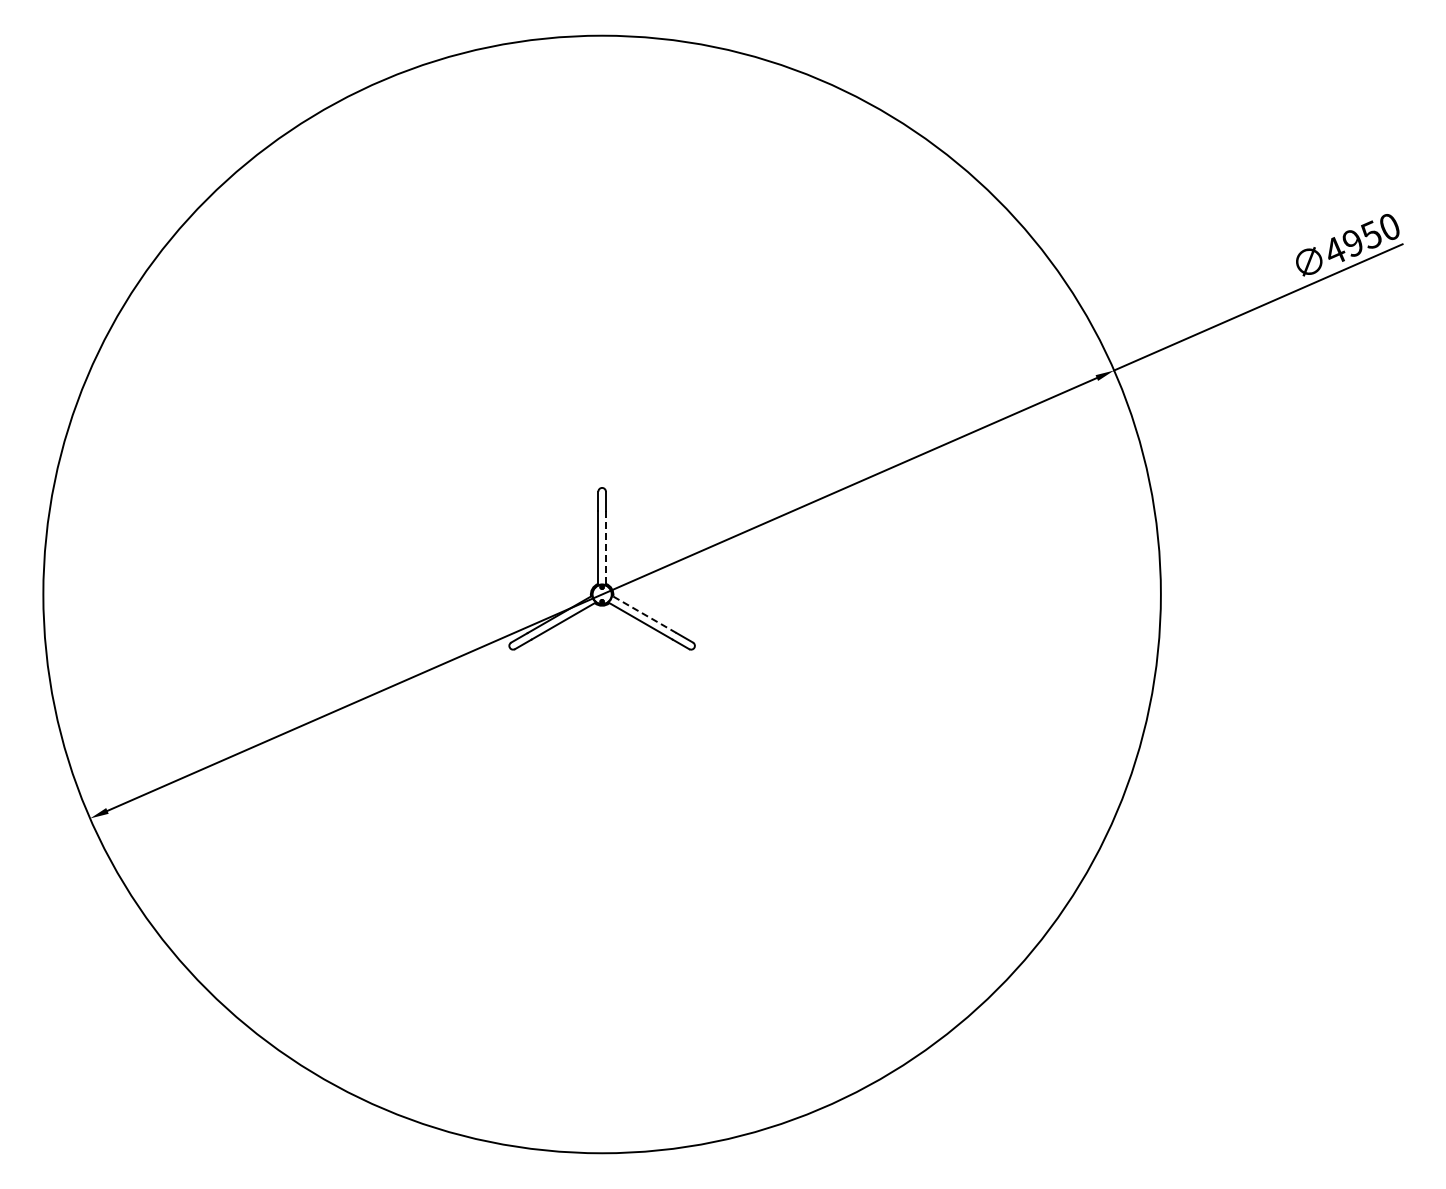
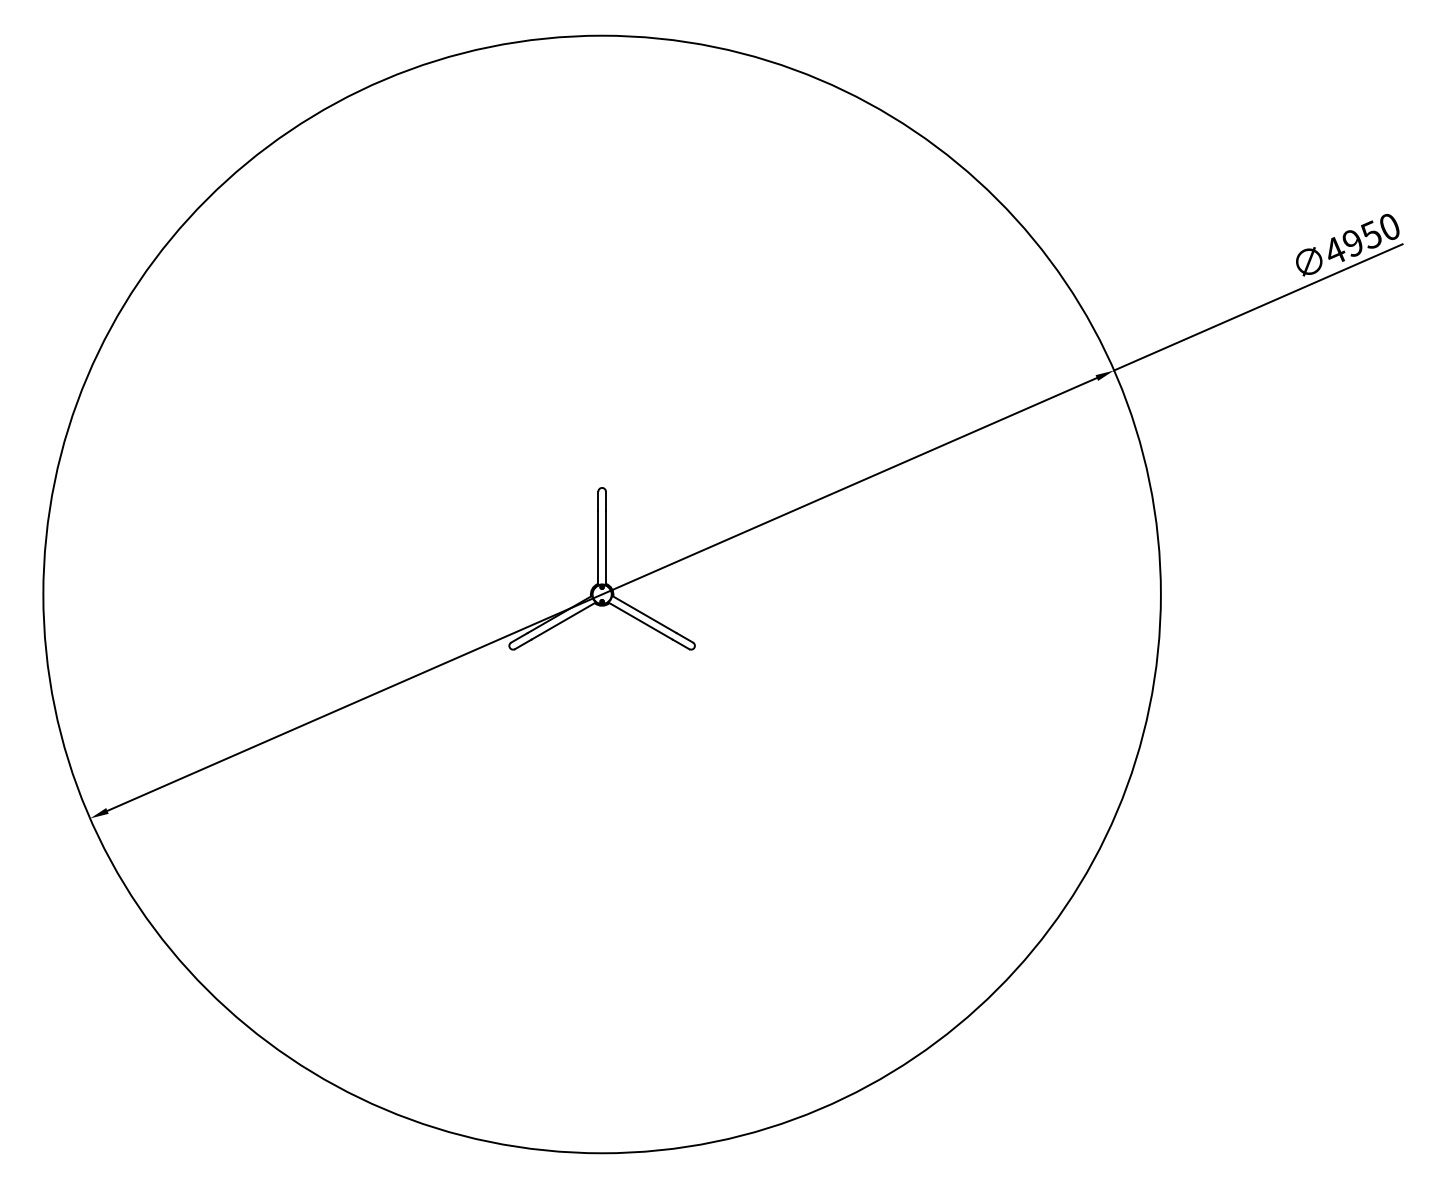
line at (605, 548): dashed -> solid
line at (643, 614): dashed -> solid
